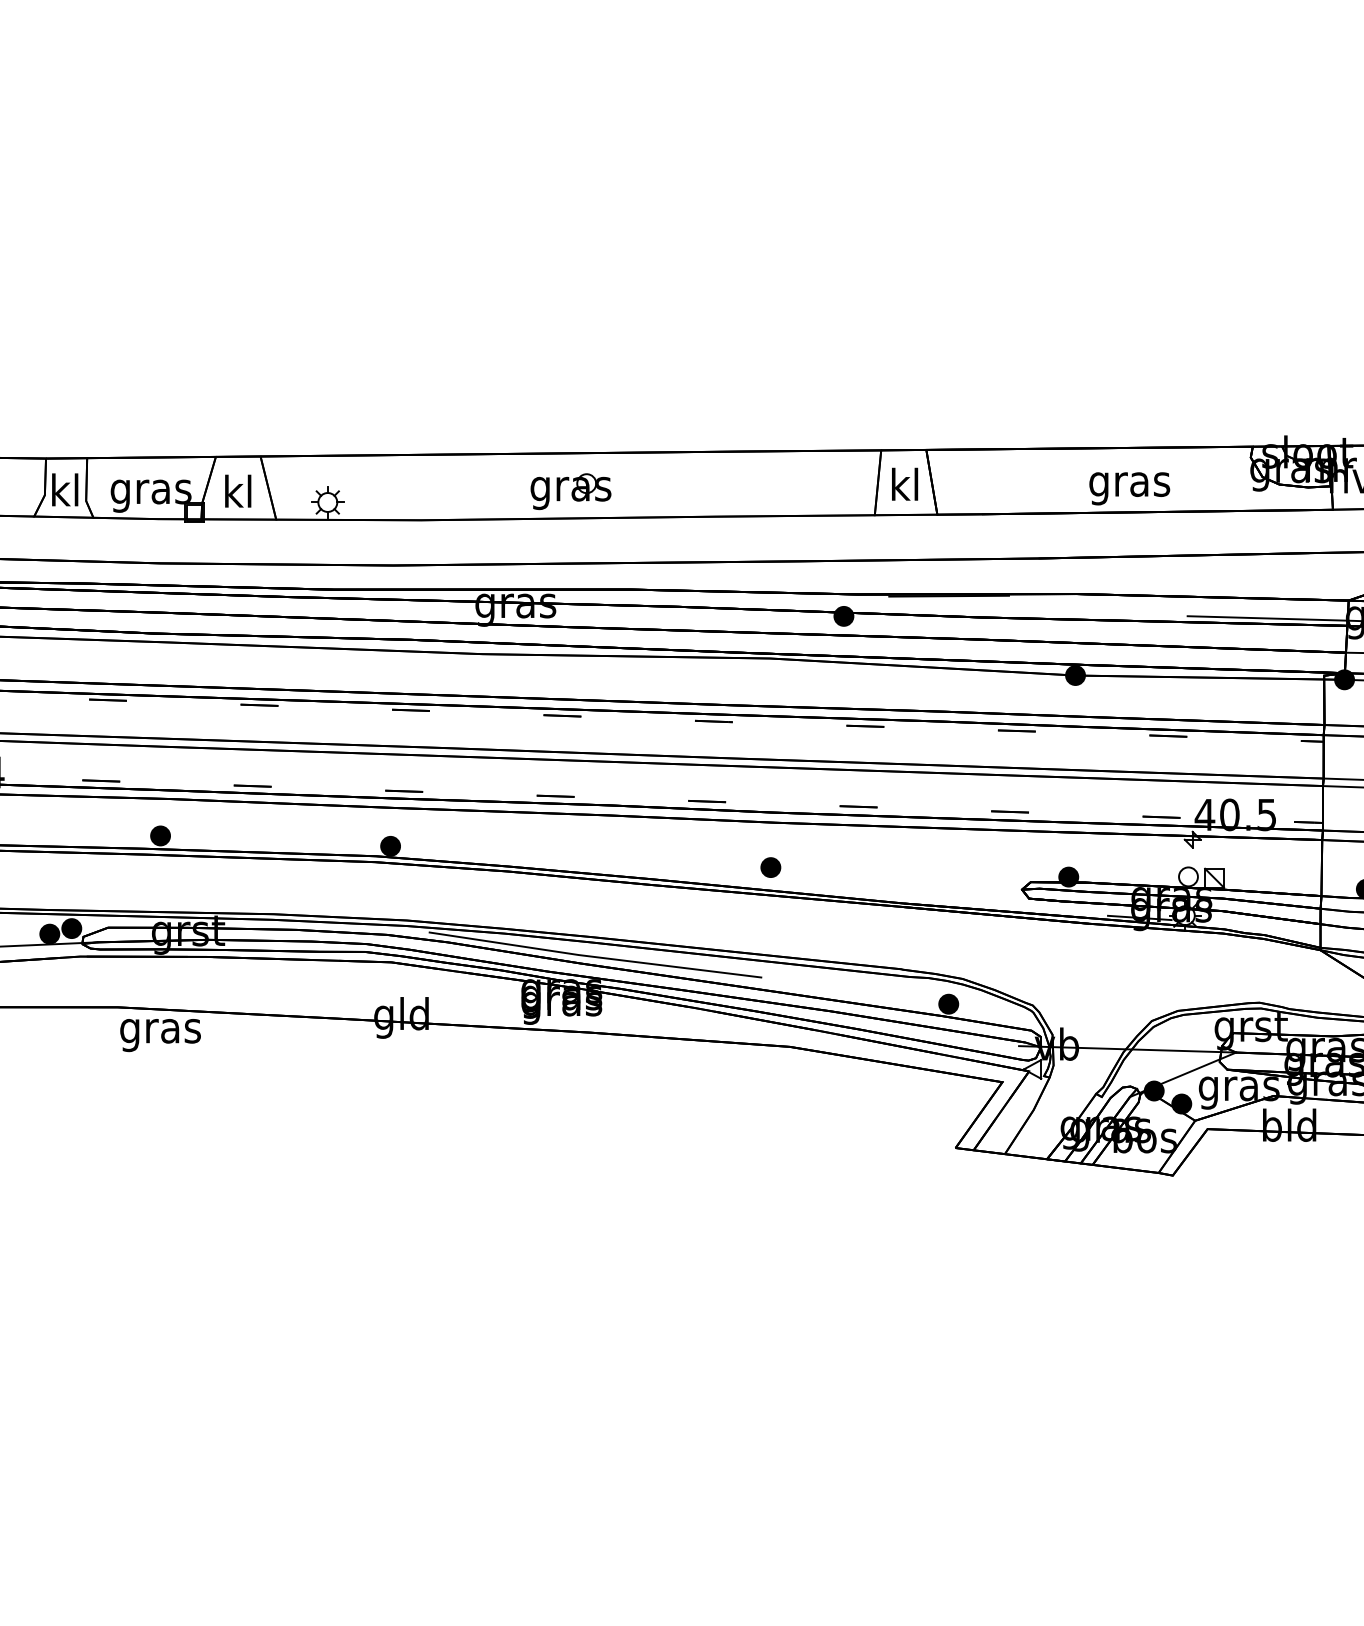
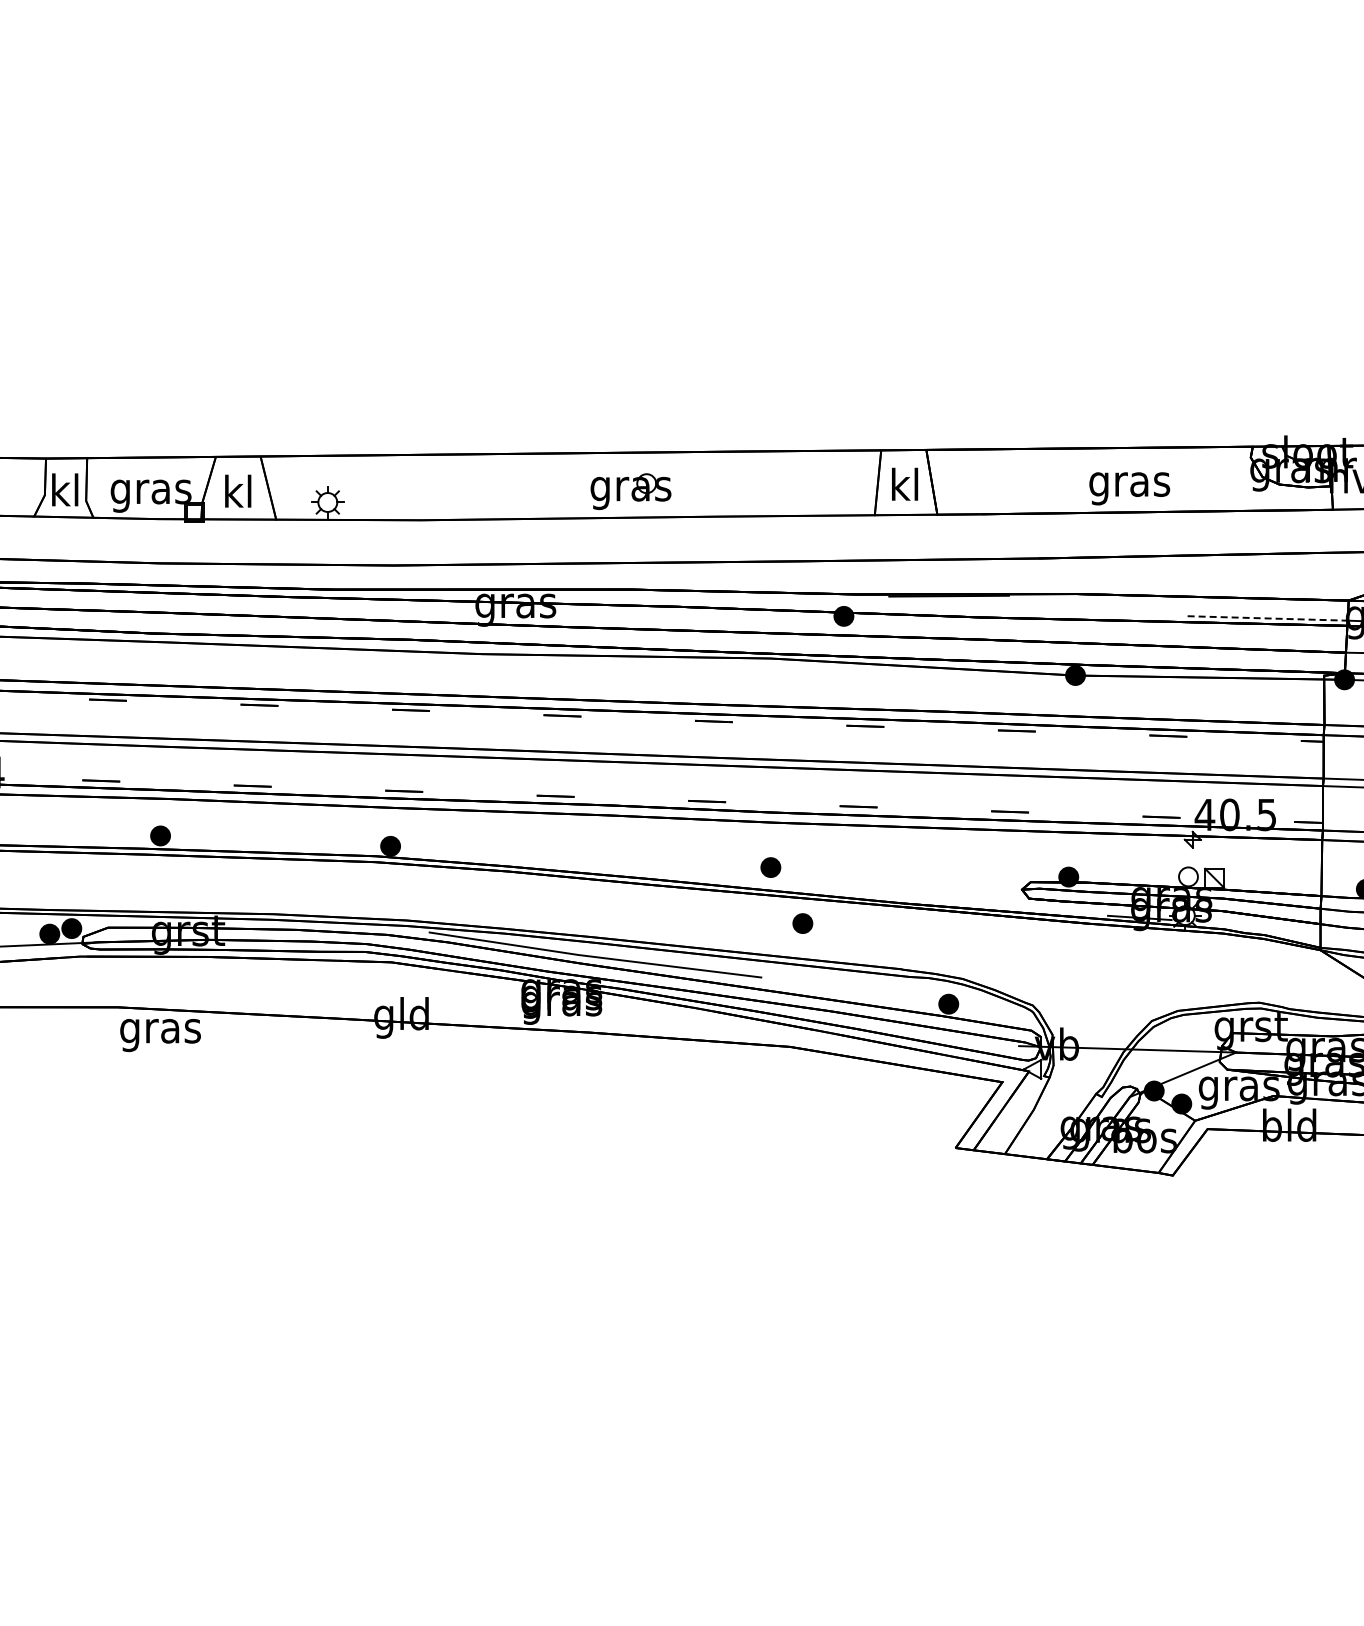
part at (570, 491) position: (570, 491) -> (630, 491)
line at (1268, 618): solid -> dashed
part at (802, 923): none -> present
